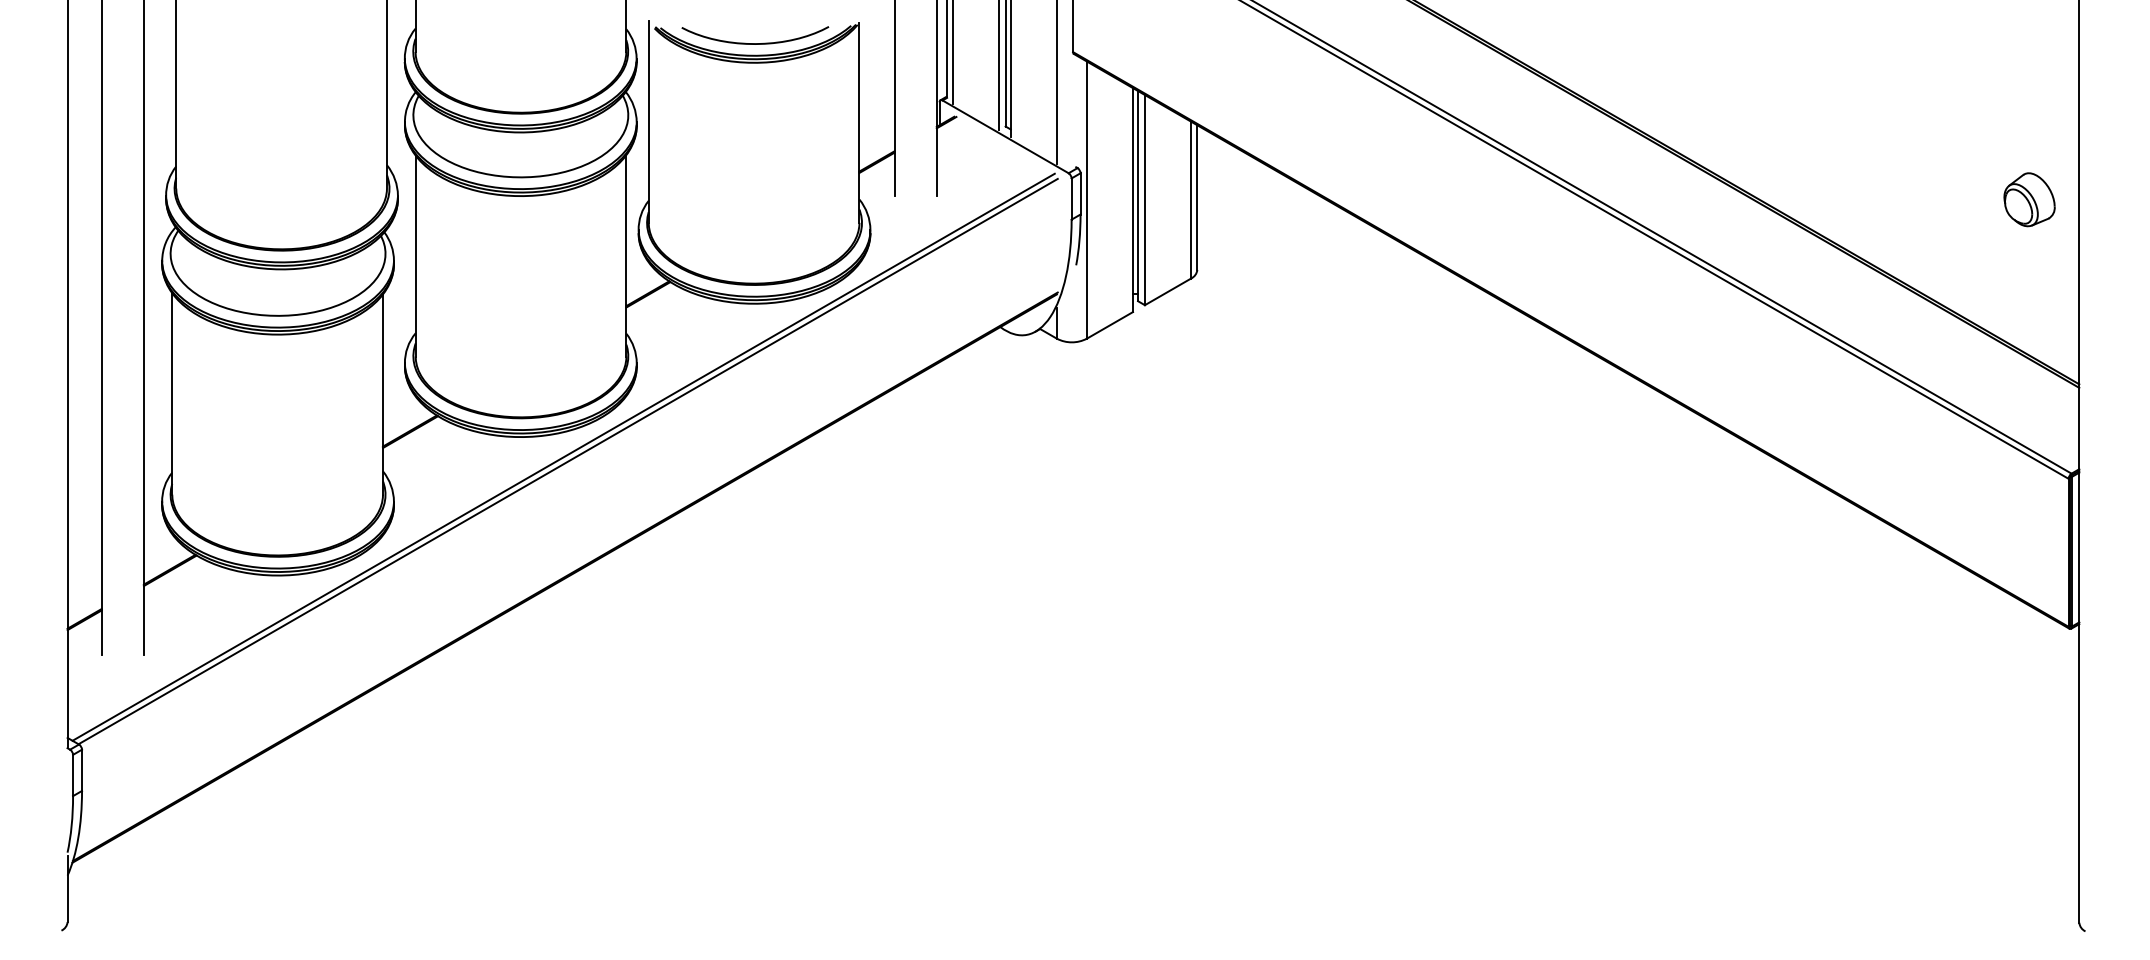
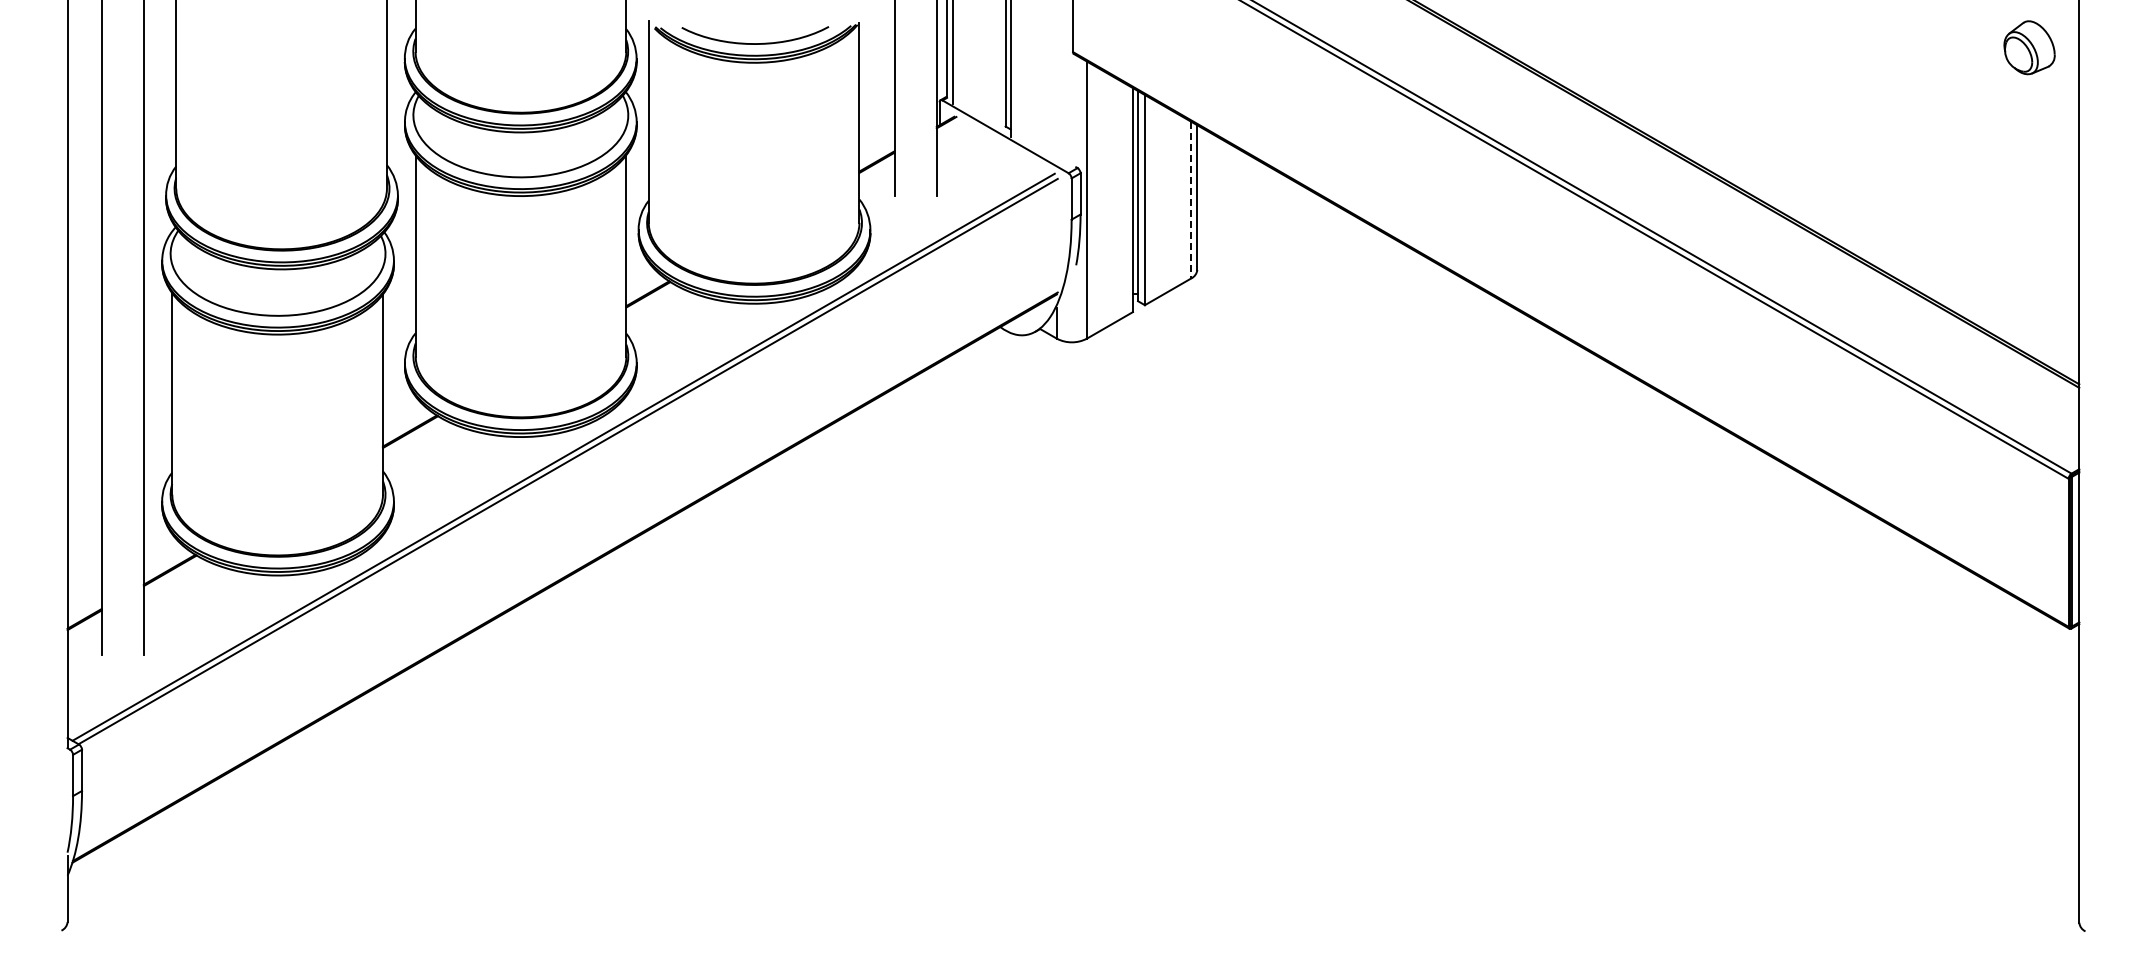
line at (998, 66): present -> none
line at (1057, 82): present -> none
part at (2029, 199) position: (2029, 199) -> (2029, 47)
line at (1191, 200): solid -> dashed
